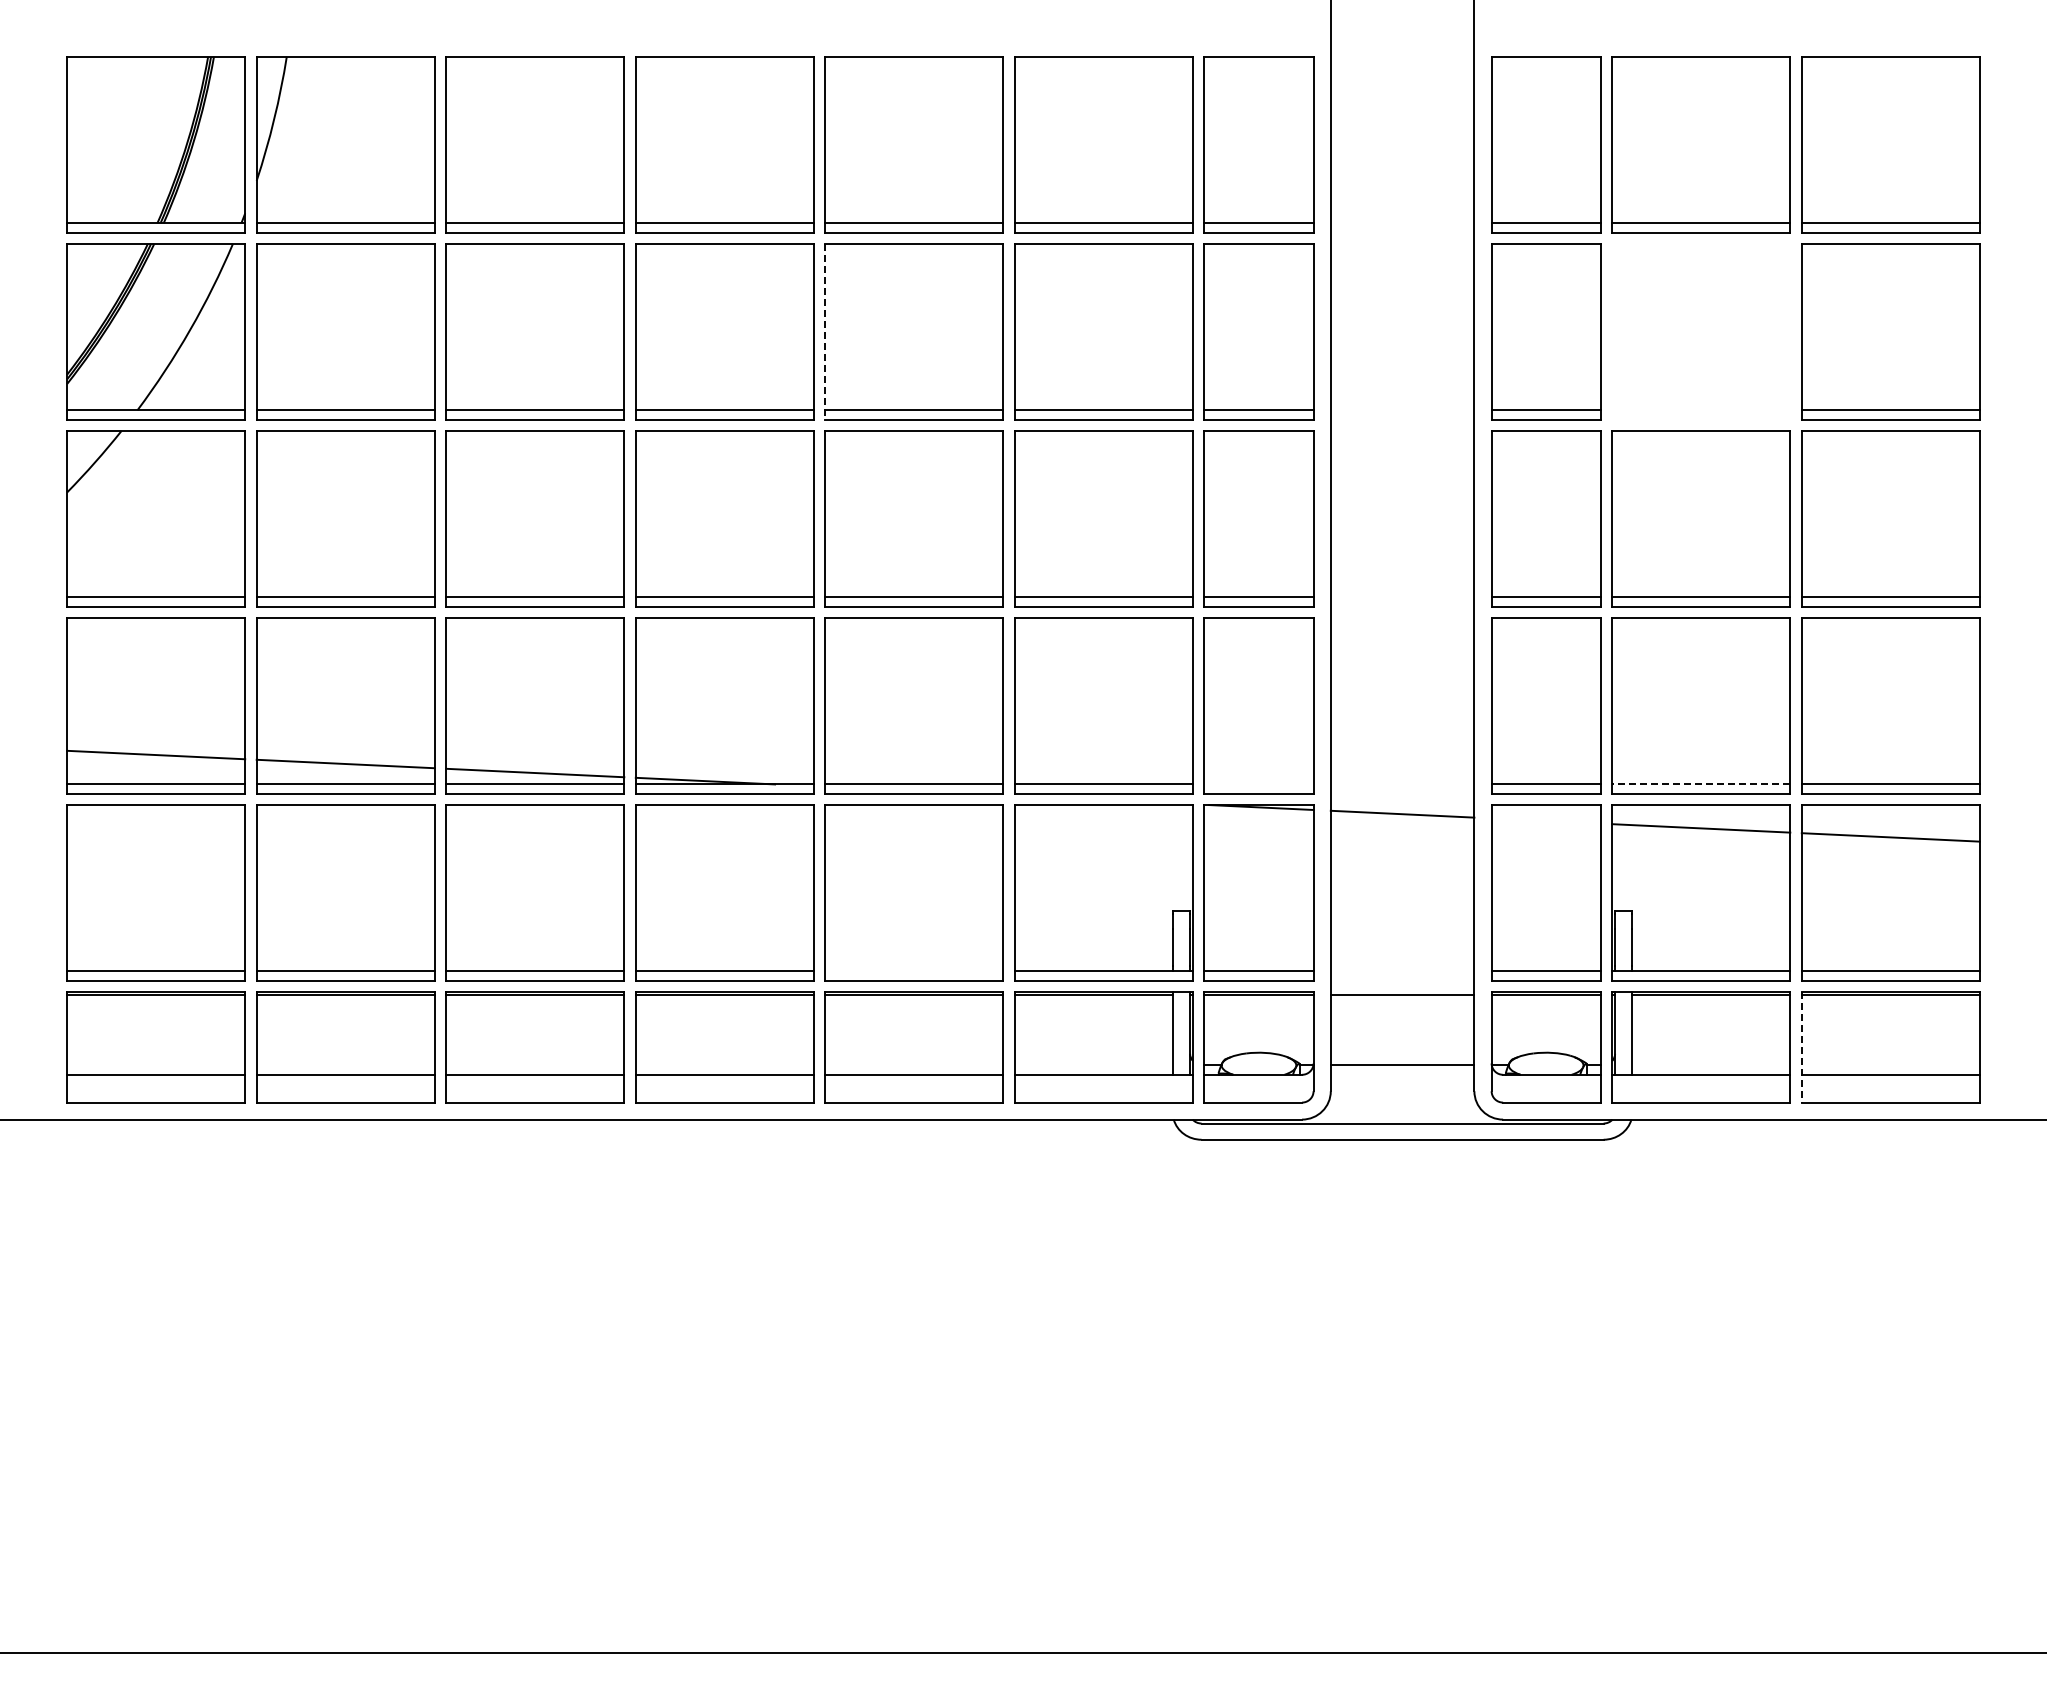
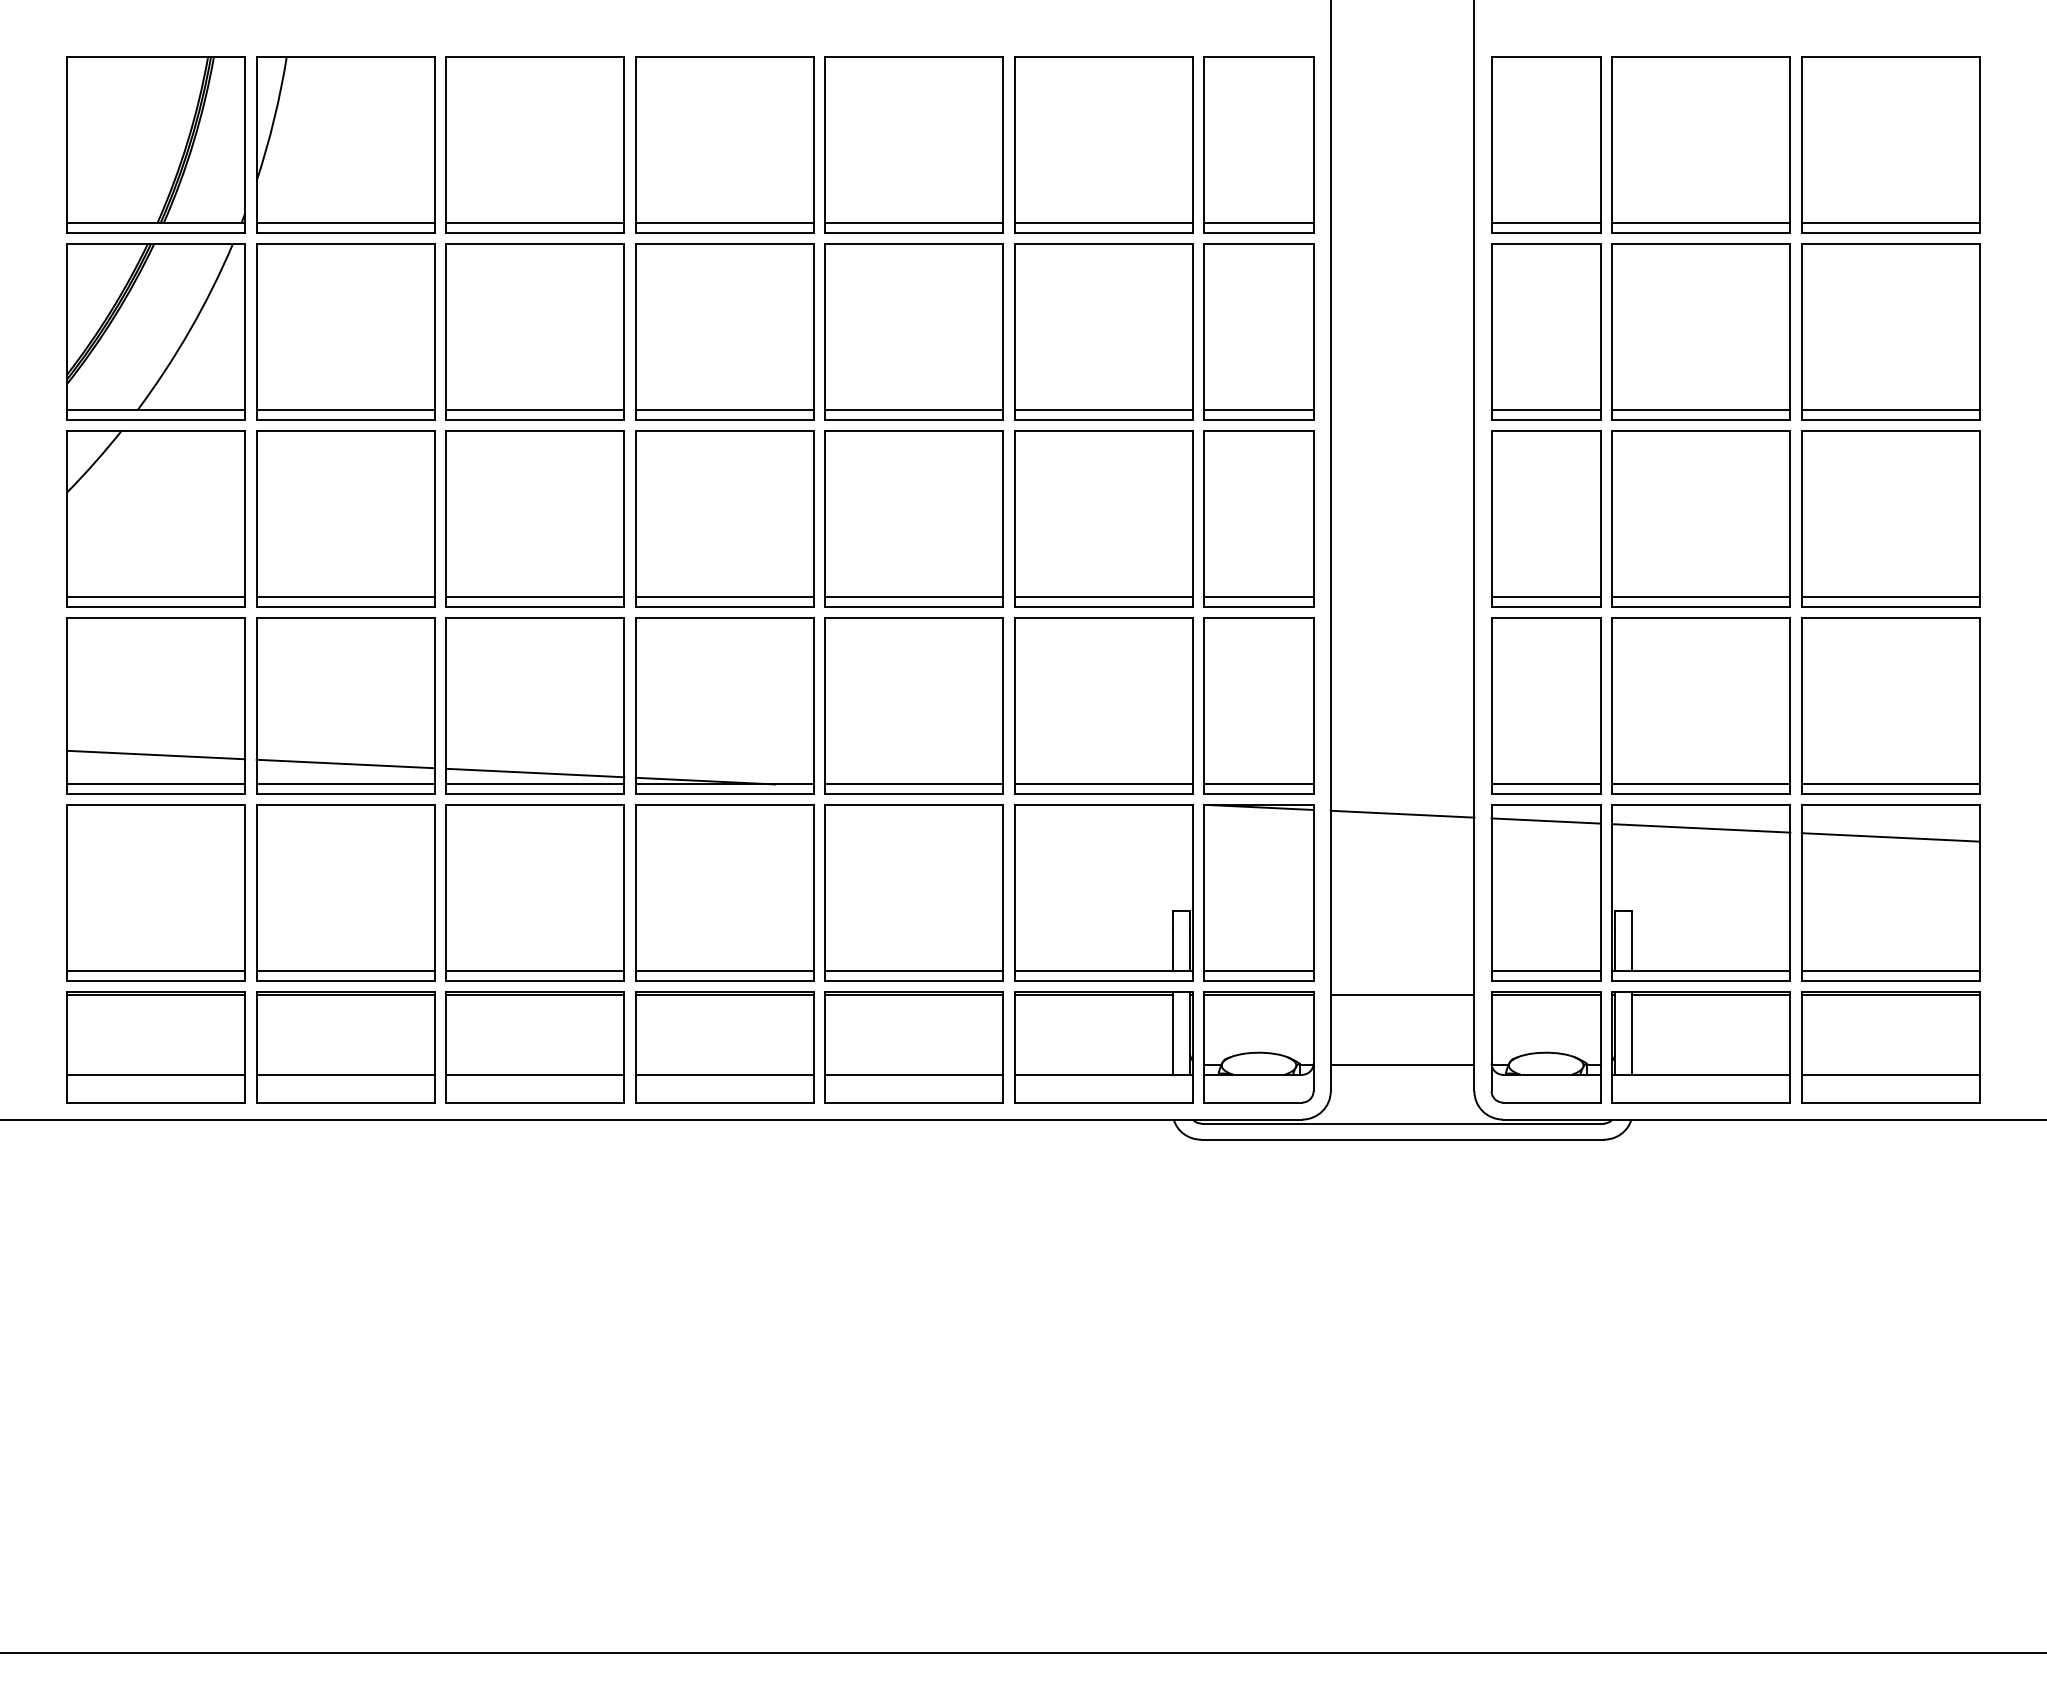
line at (825, 331): dashed -> solid
part at (1700, 331): none -> present
line at (1258, 784): none -> present
line at (1700, 784): dashed -> solid
line at (1545, 820): none -> present
line at (914, 971): none -> present
line at (1801, 1047): dashed -> solid
